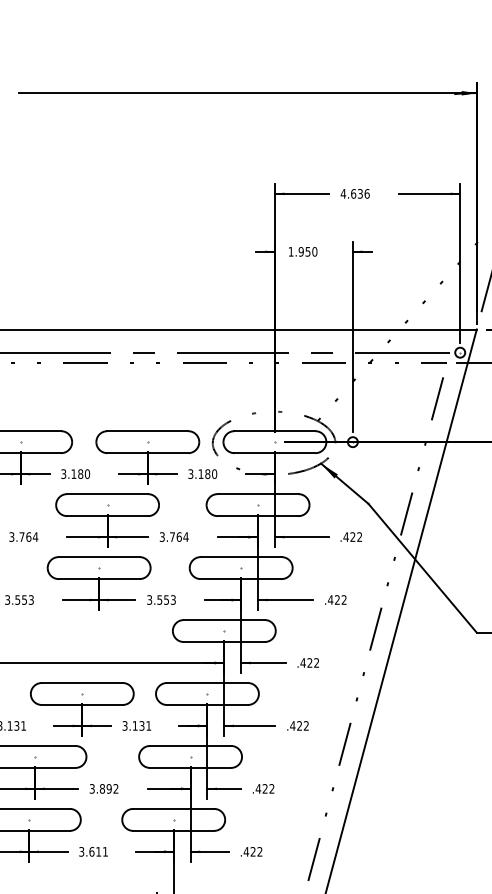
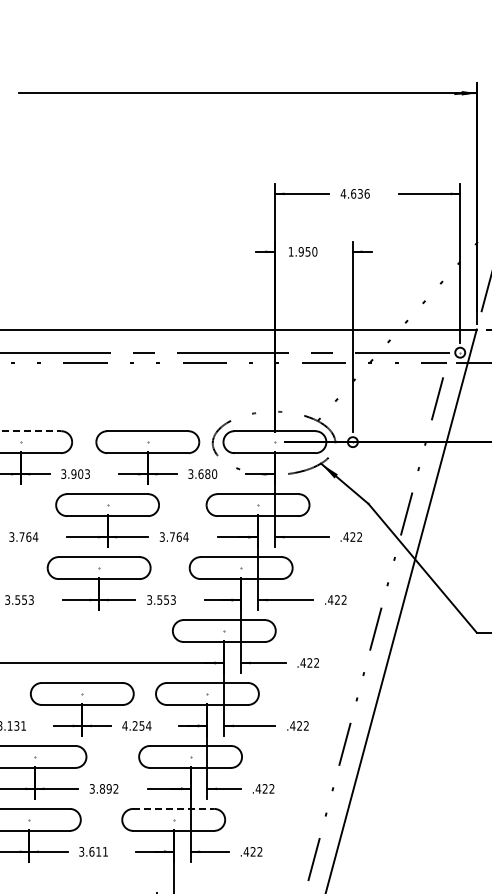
line at (31, 431): solid -> dashed
text at (80, 473): 3.180 -> 3.903
text at (200, 473): 3.180 -> 3.680
text at (136, 725): 3.131 -> 4.254
line at (174, 808): solid -> dashed
